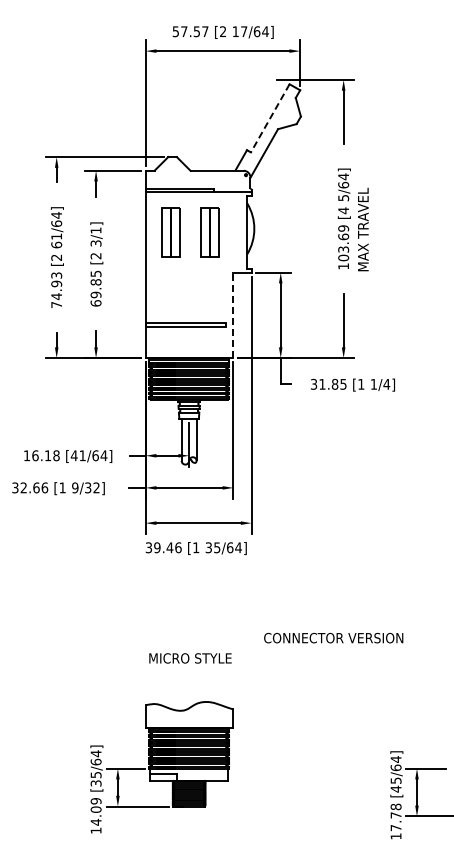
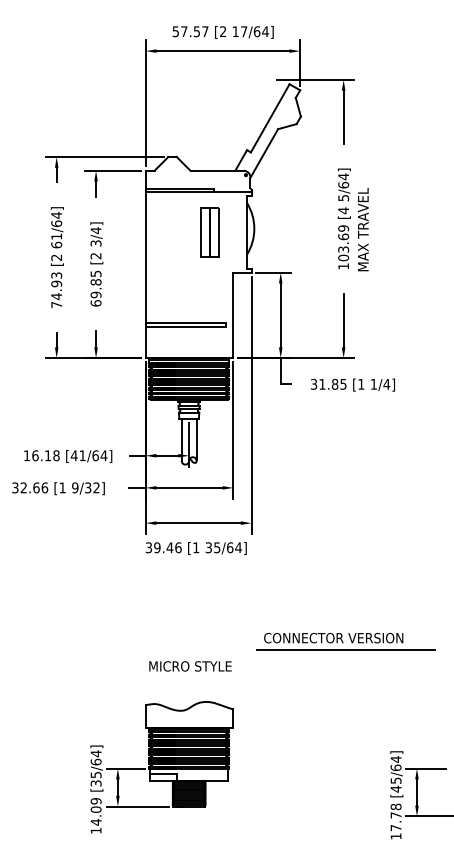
line at (270, 118): dashed -> solid
text at (95, 230): 3/1] -> 3/4]
part at (170, 232): present -> none
line at (233, 315): dashed -> solid
line at (345, 649): none -> present
text at (190, 658) position: (190, 658) -> (190, 666)
